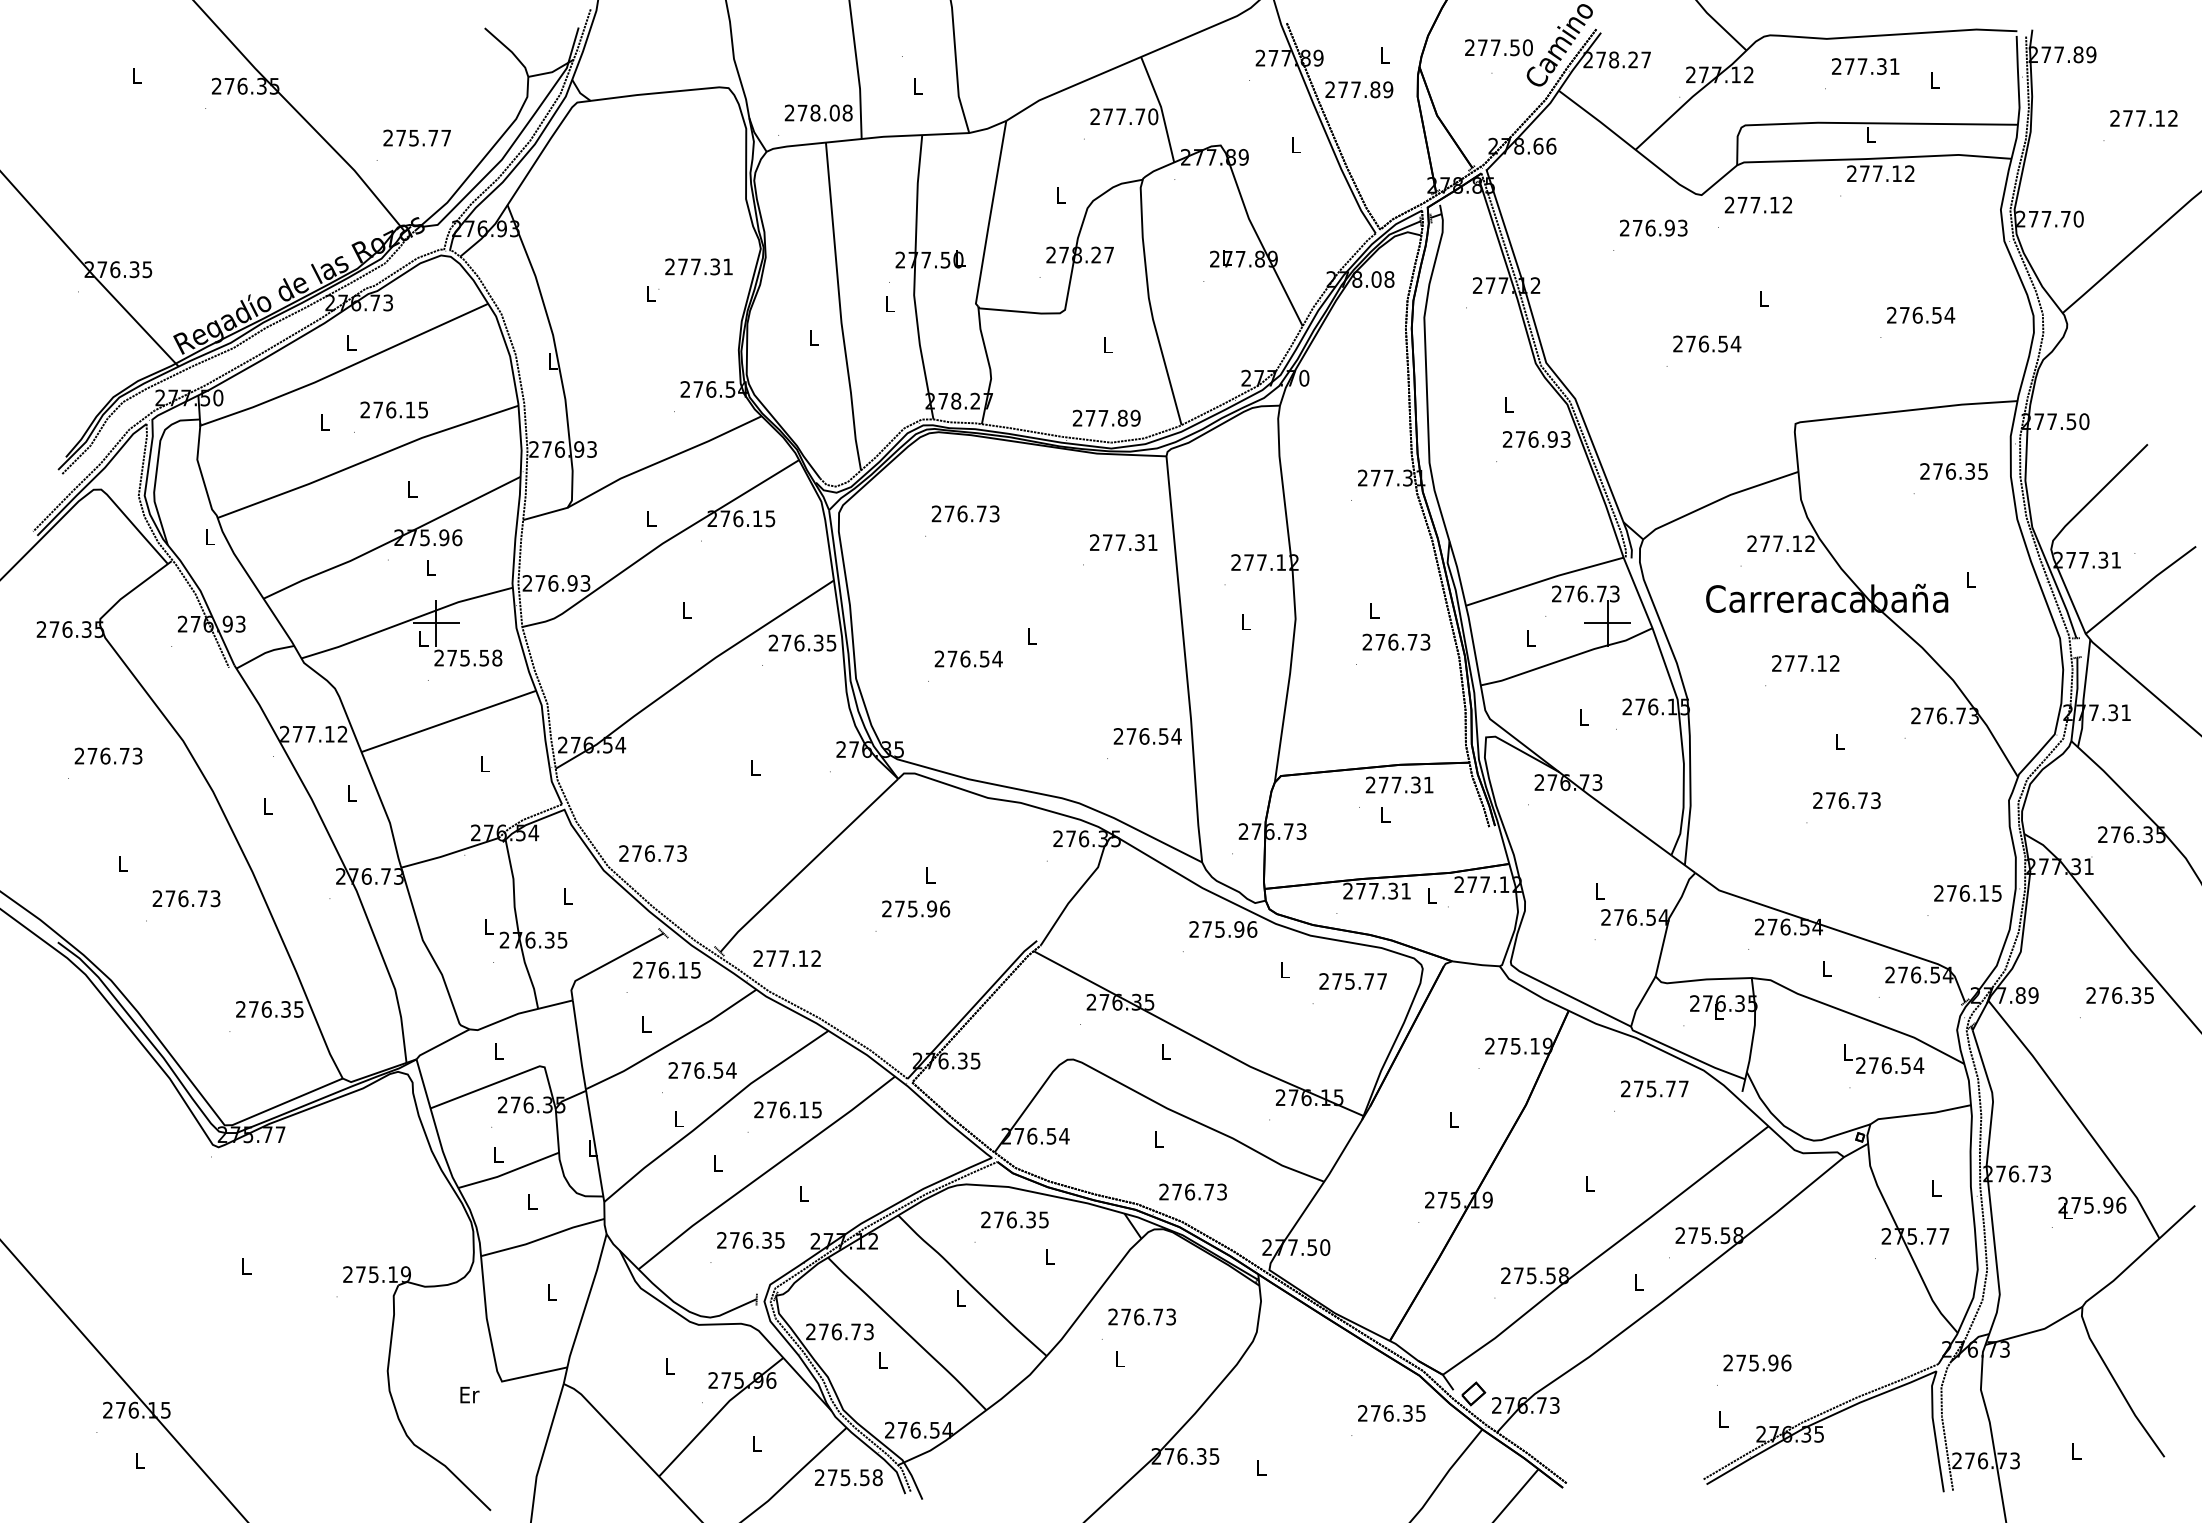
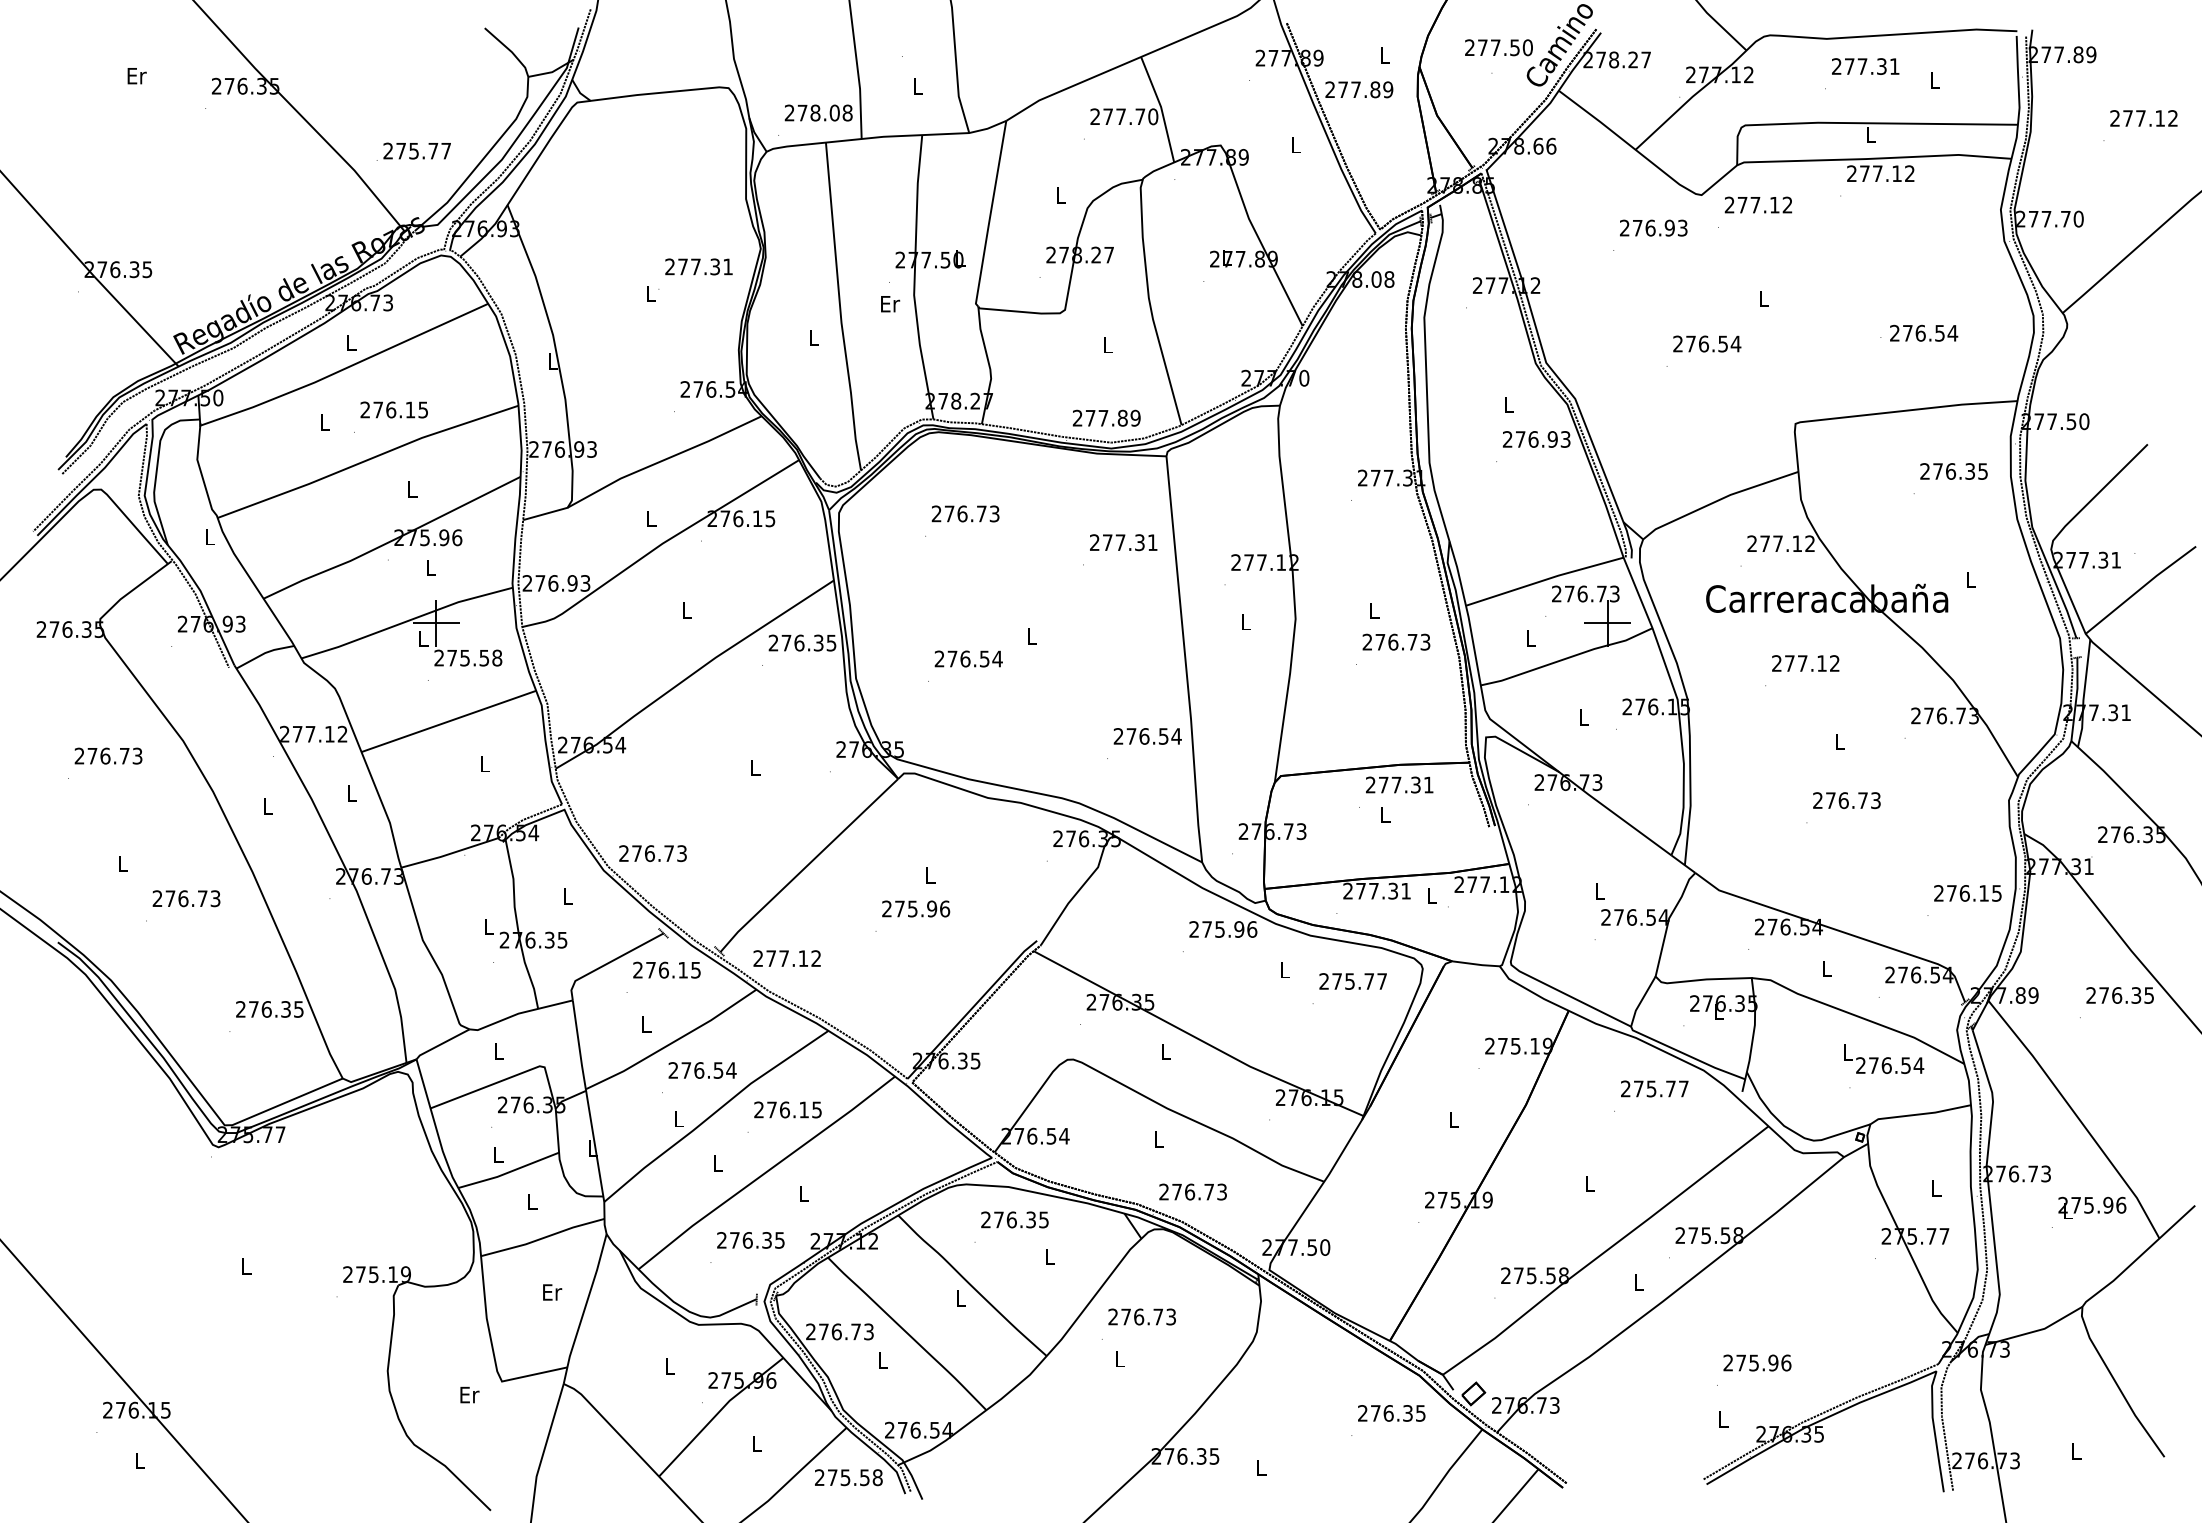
text at (136, 76): L -> Er
text at (416, 137) position: (416, 137) -> (416, 150)
text at (890, 304): L -> Er
text at (1921, 314) position: (1921, 314) -> (1924, 332)
text at (552, 1292): L -> Er
